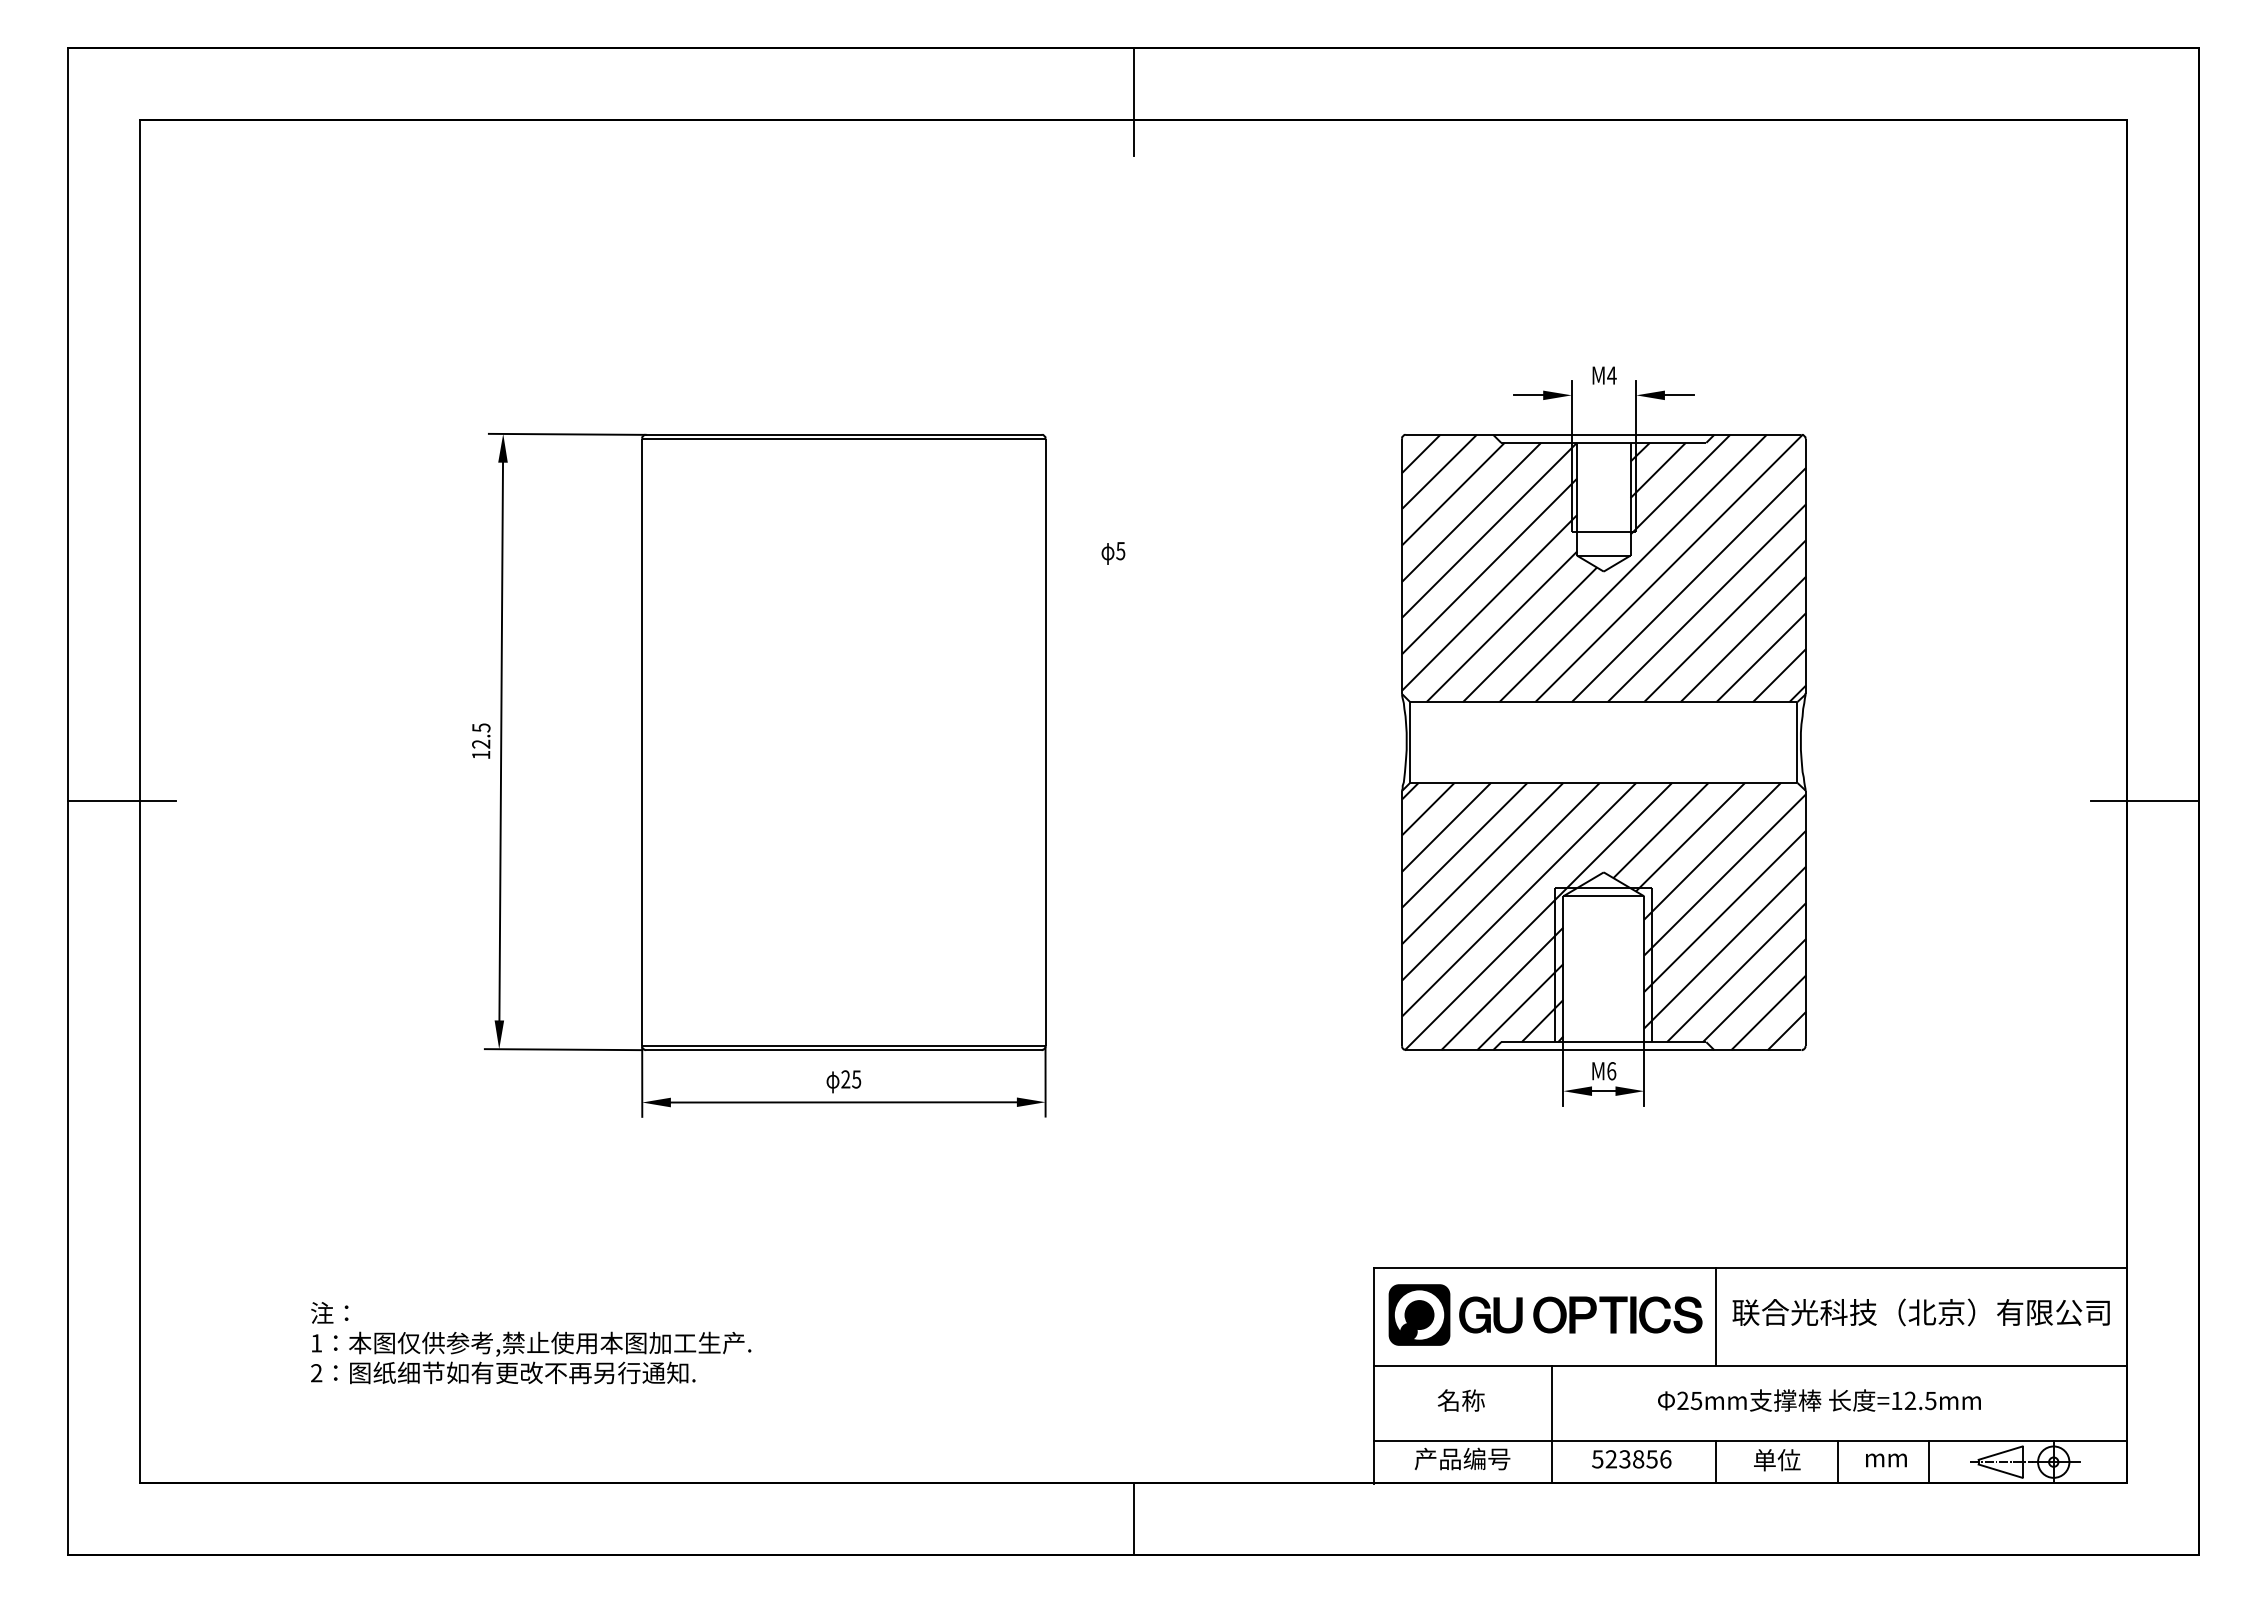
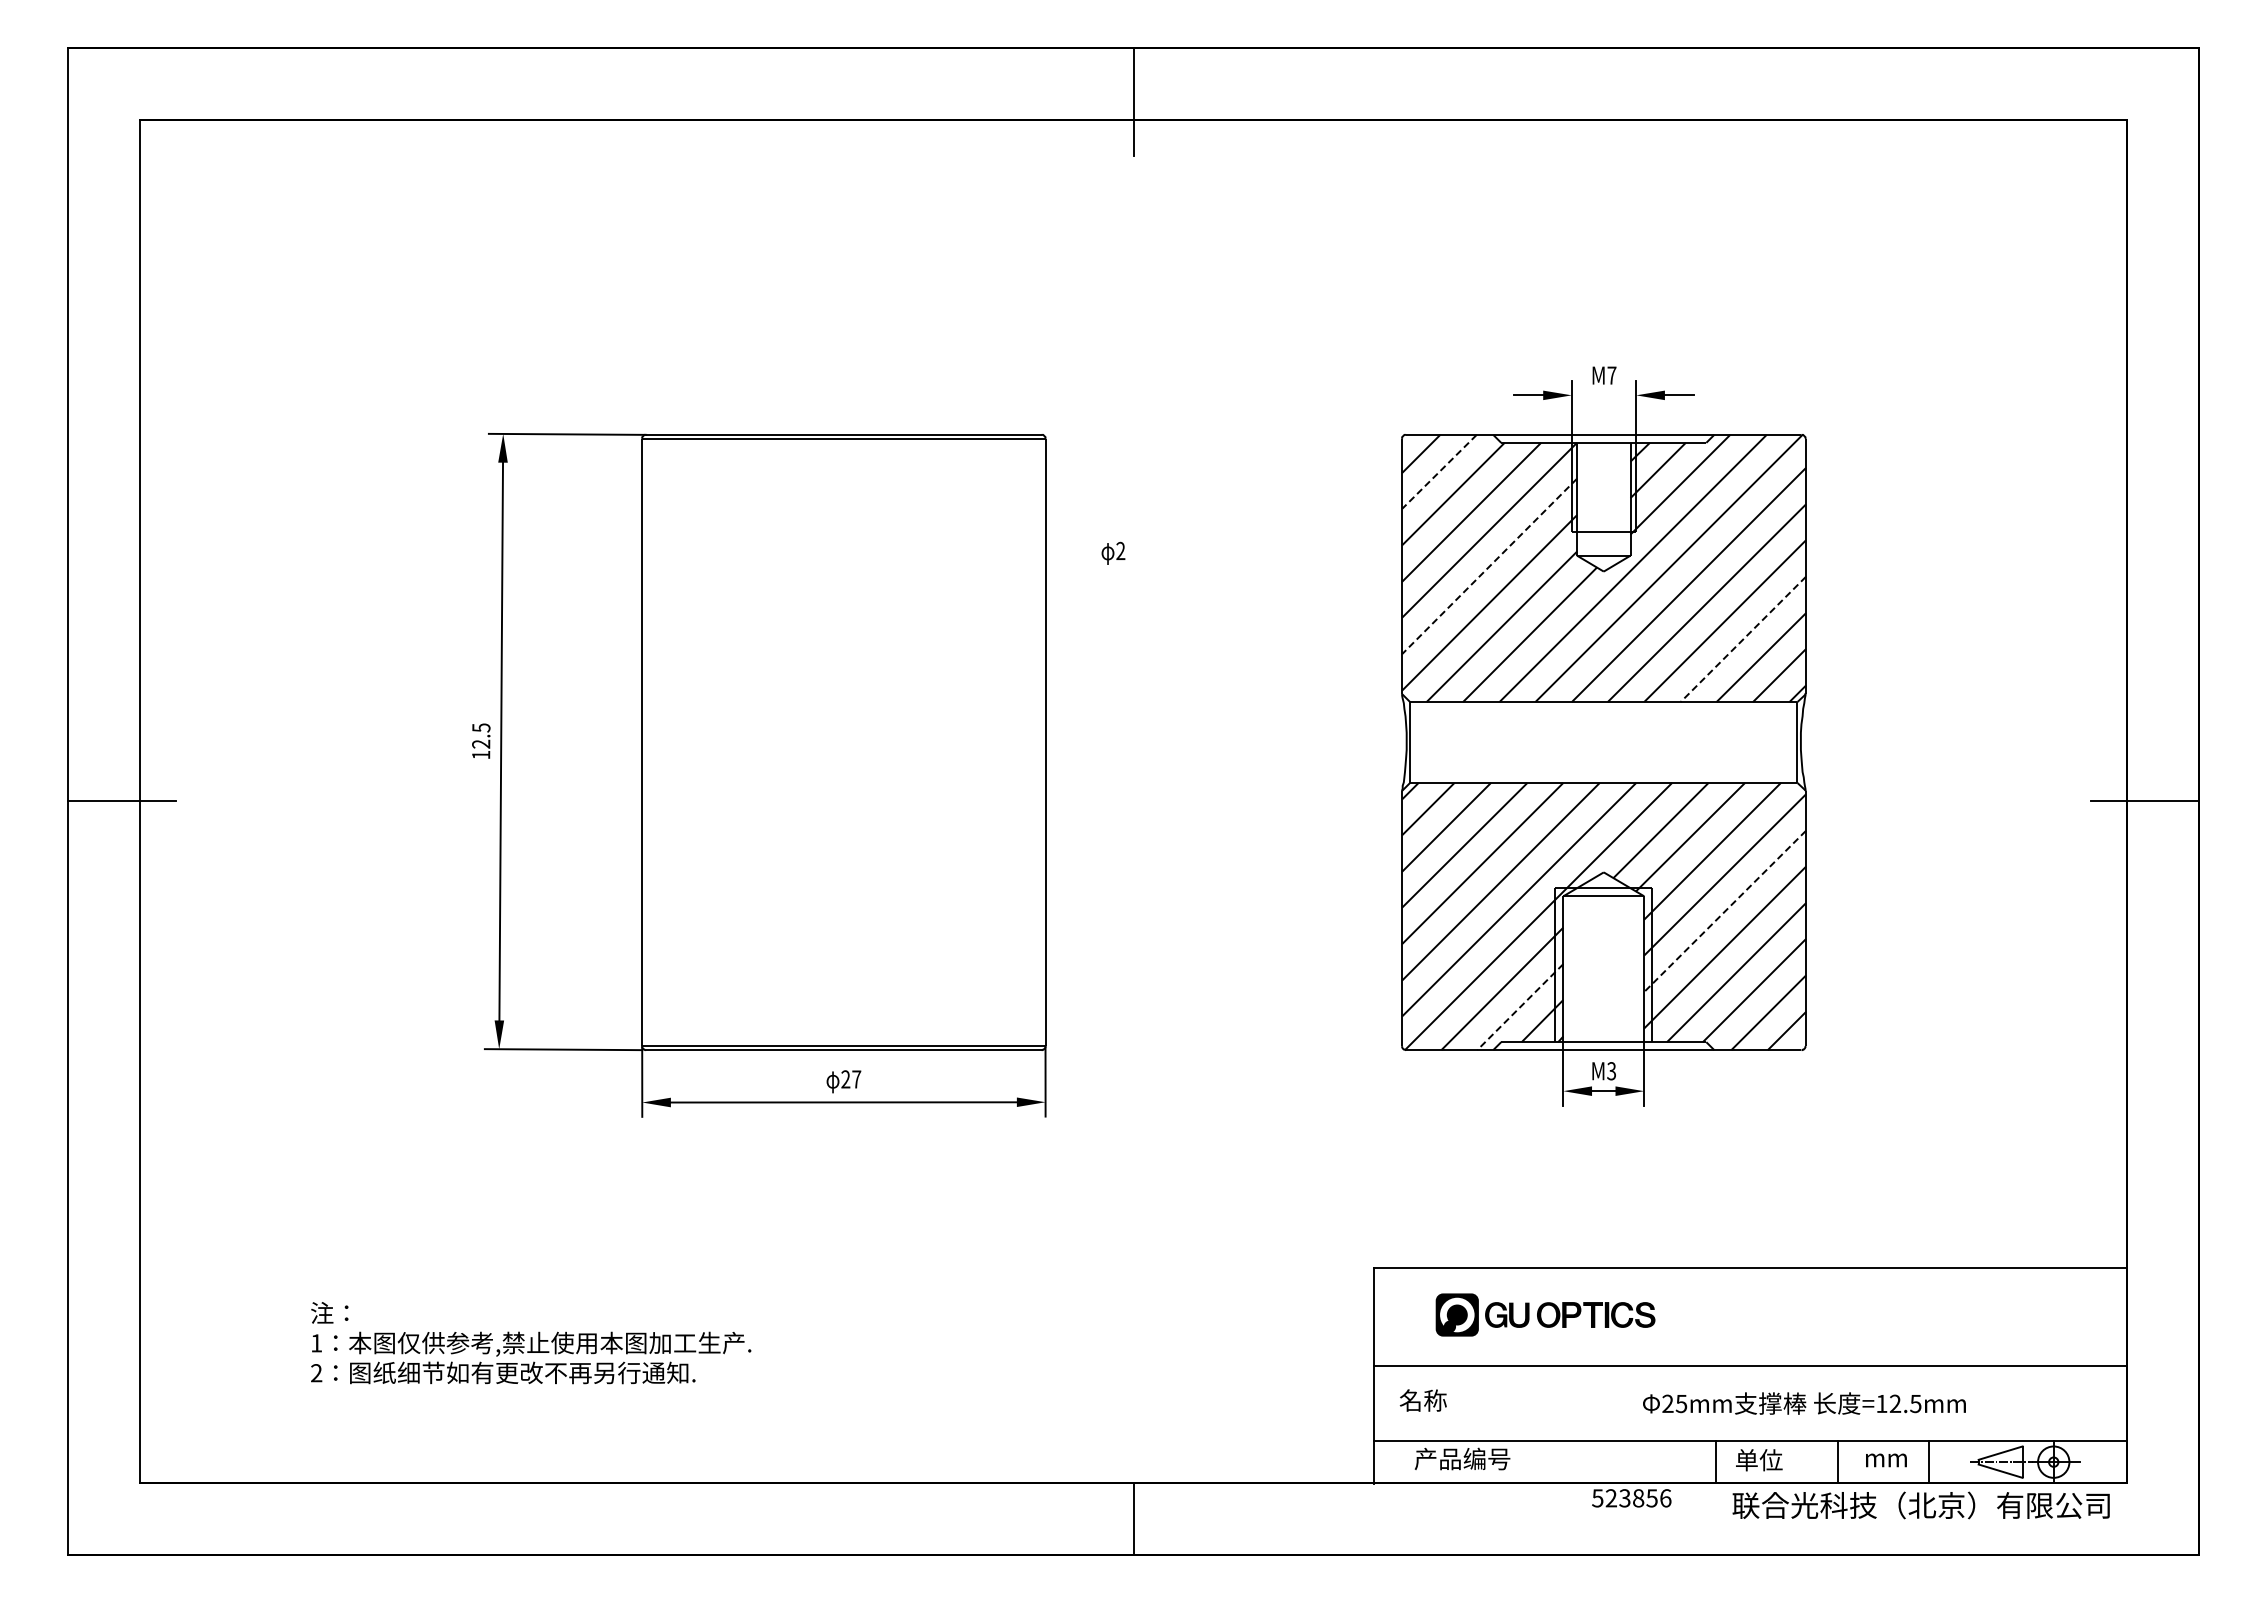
text at (1611, 375): M4 -> M7
line at (1439, 471): solid -> dashed
text at (1120, 550): 5 -> 2
line at (1489, 566): solid -> dashed
line at (1743, 639): solid -> dashed
line at (1724, 911): solid -> dashed
line at (1520, 1007): solid -> dashed
text at (1611, 1071): M6 -> M3
text at (856, 1079): 25 -> 27
text at (1920, 1312) position: (1920, 1312) -> (1920, 1505)
part at (1545, 1314) size: 315x62 px -> 221x44 px
line at (1715, 1316): present -> none
text at (1460, 1400) position: (1460, 1400) -> (1422, 1400)
text at (1819, 1400) position: (1819, 1400) -> (1804, 1403)
line at (1551, 1424): present -> none
text at (1631, 1459) position: (1631, 1459) -> (1631, 1498)
text at (1777, 1460) position: (1777, 1460) -> (1759, 1460)
